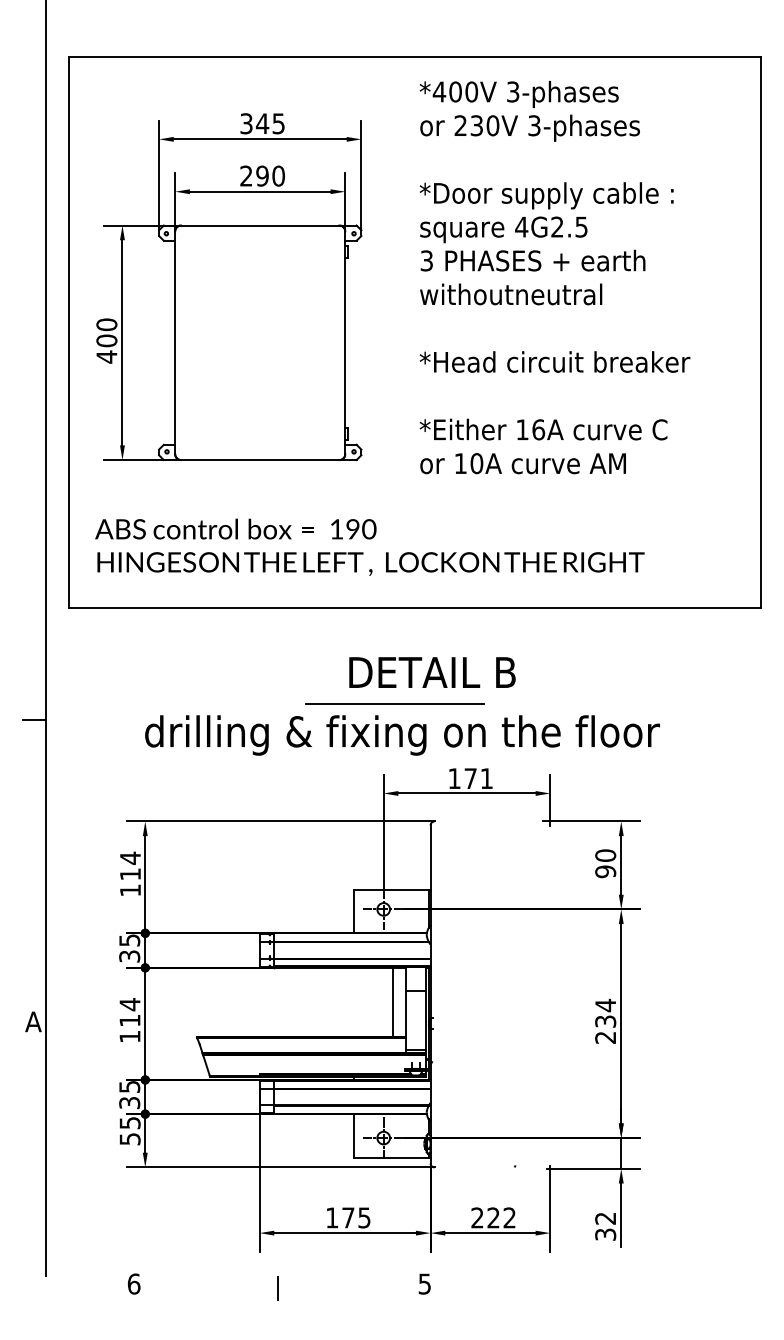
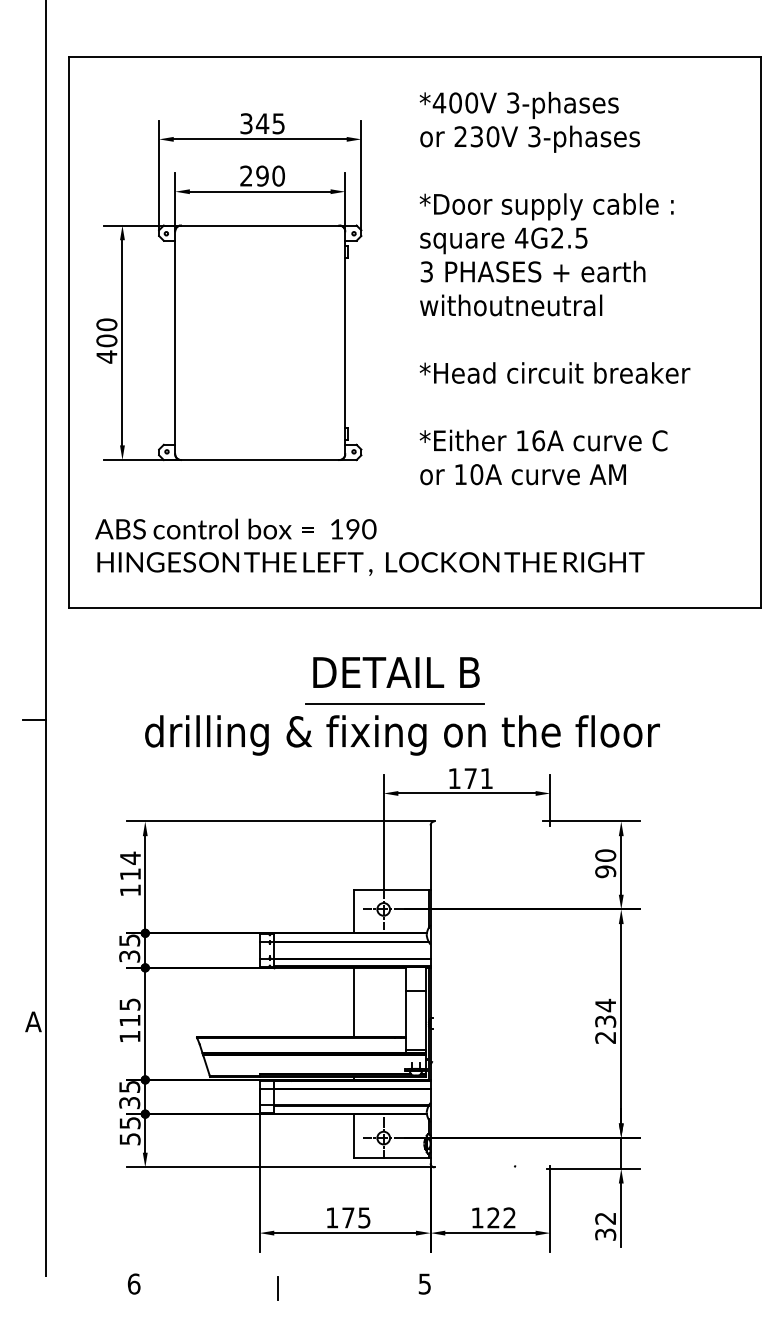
text at (554, 277) position: (554, 277) -> (554, 288)
text at (432, 672) position: (432, 672) -> (396, 672)
line at (393, 1002) position: (393, 1002) -> (354, 1002)
text at (129, 1004): 114 -> 115
text at (477, 1217): 222 -> 122
